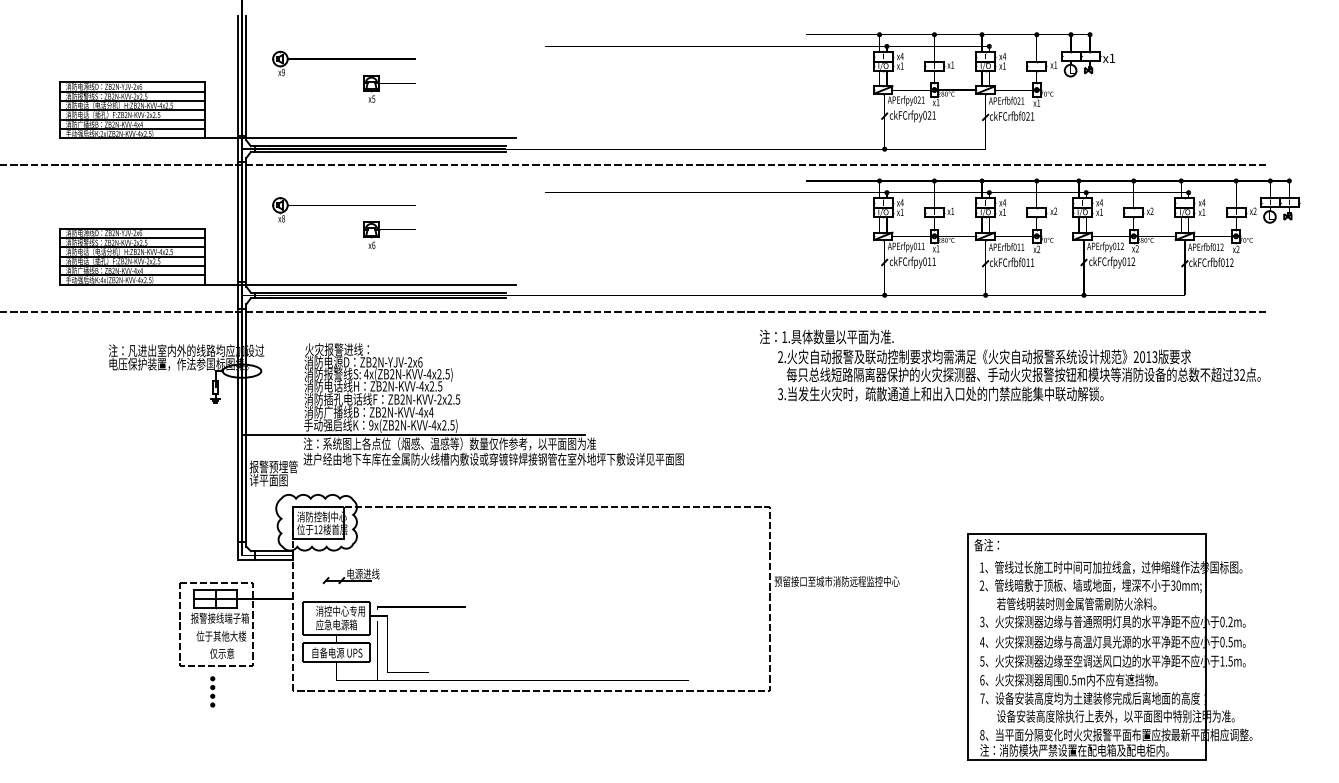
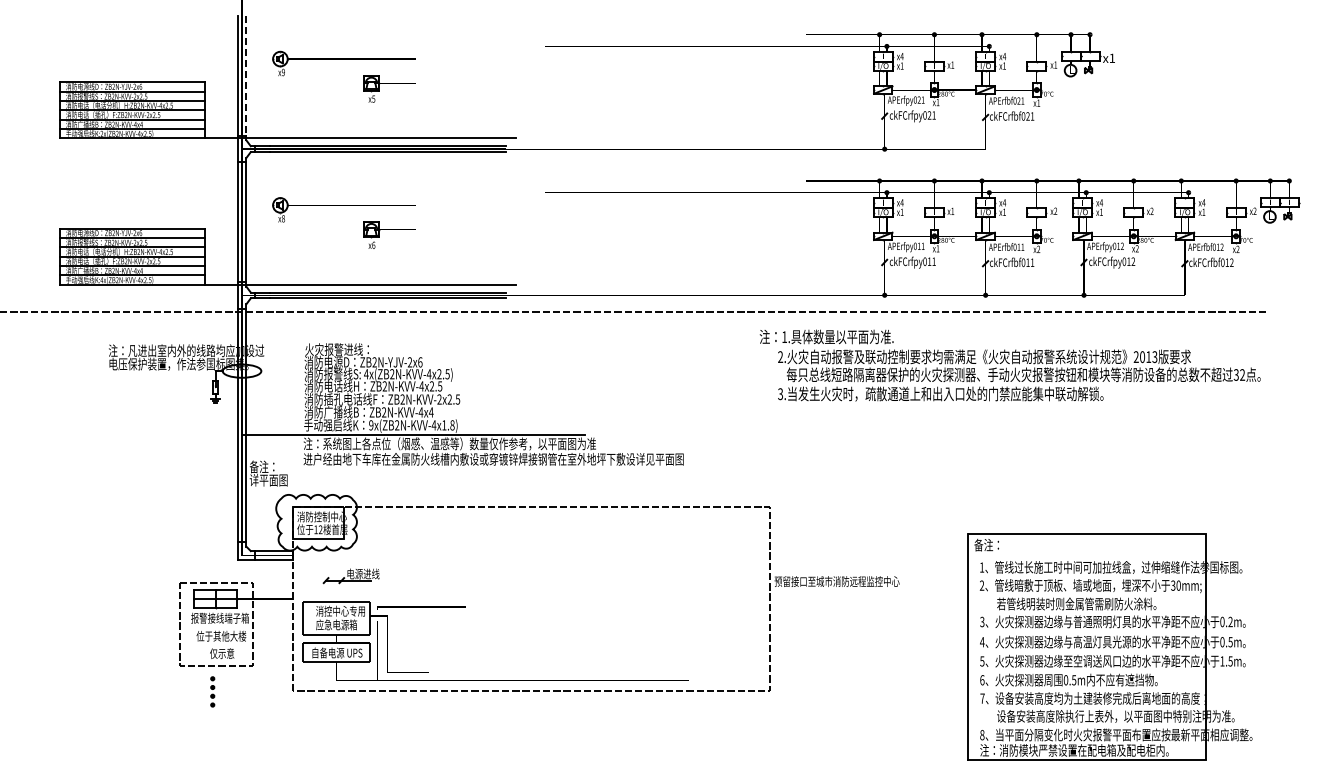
line at (246, 76): solid -> dashed
line at (633, 165): present -> none
text at (448, 425): 9x(ZB2N-KVV-4x2.5) -> 9x(ZB2N-KVV-4x1.8)
text at (273, 466): 报警预埋管 -> 备注：
